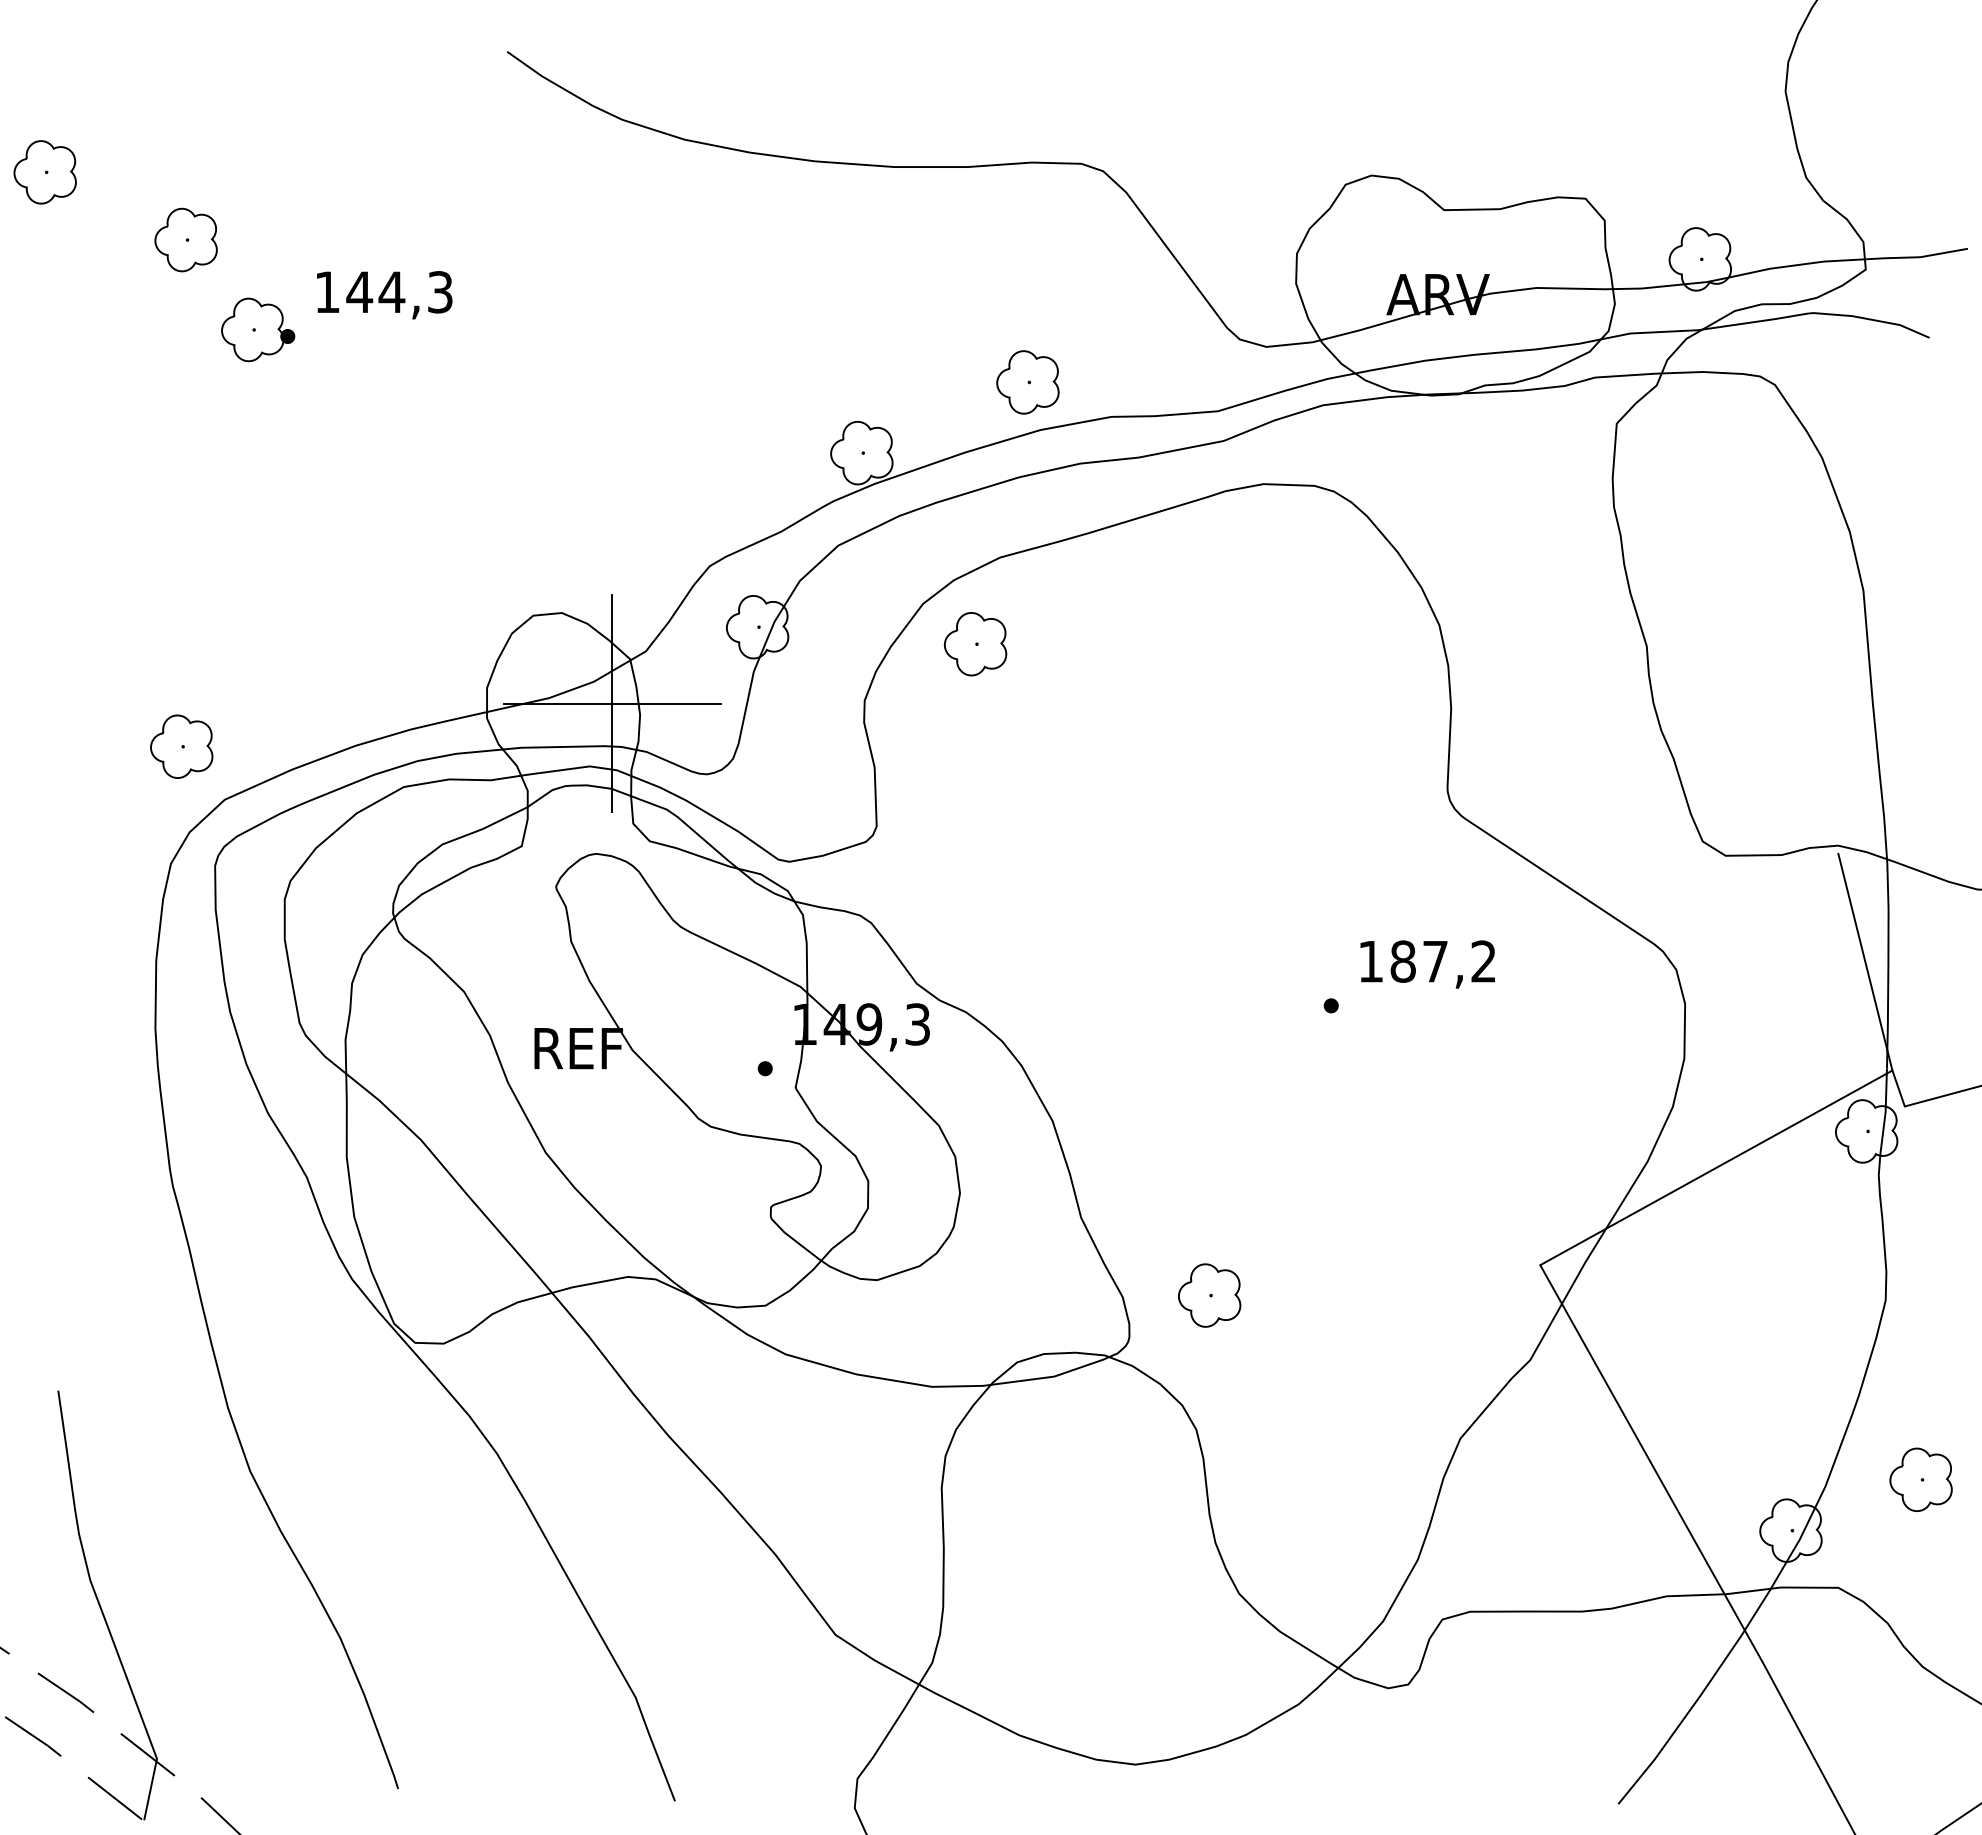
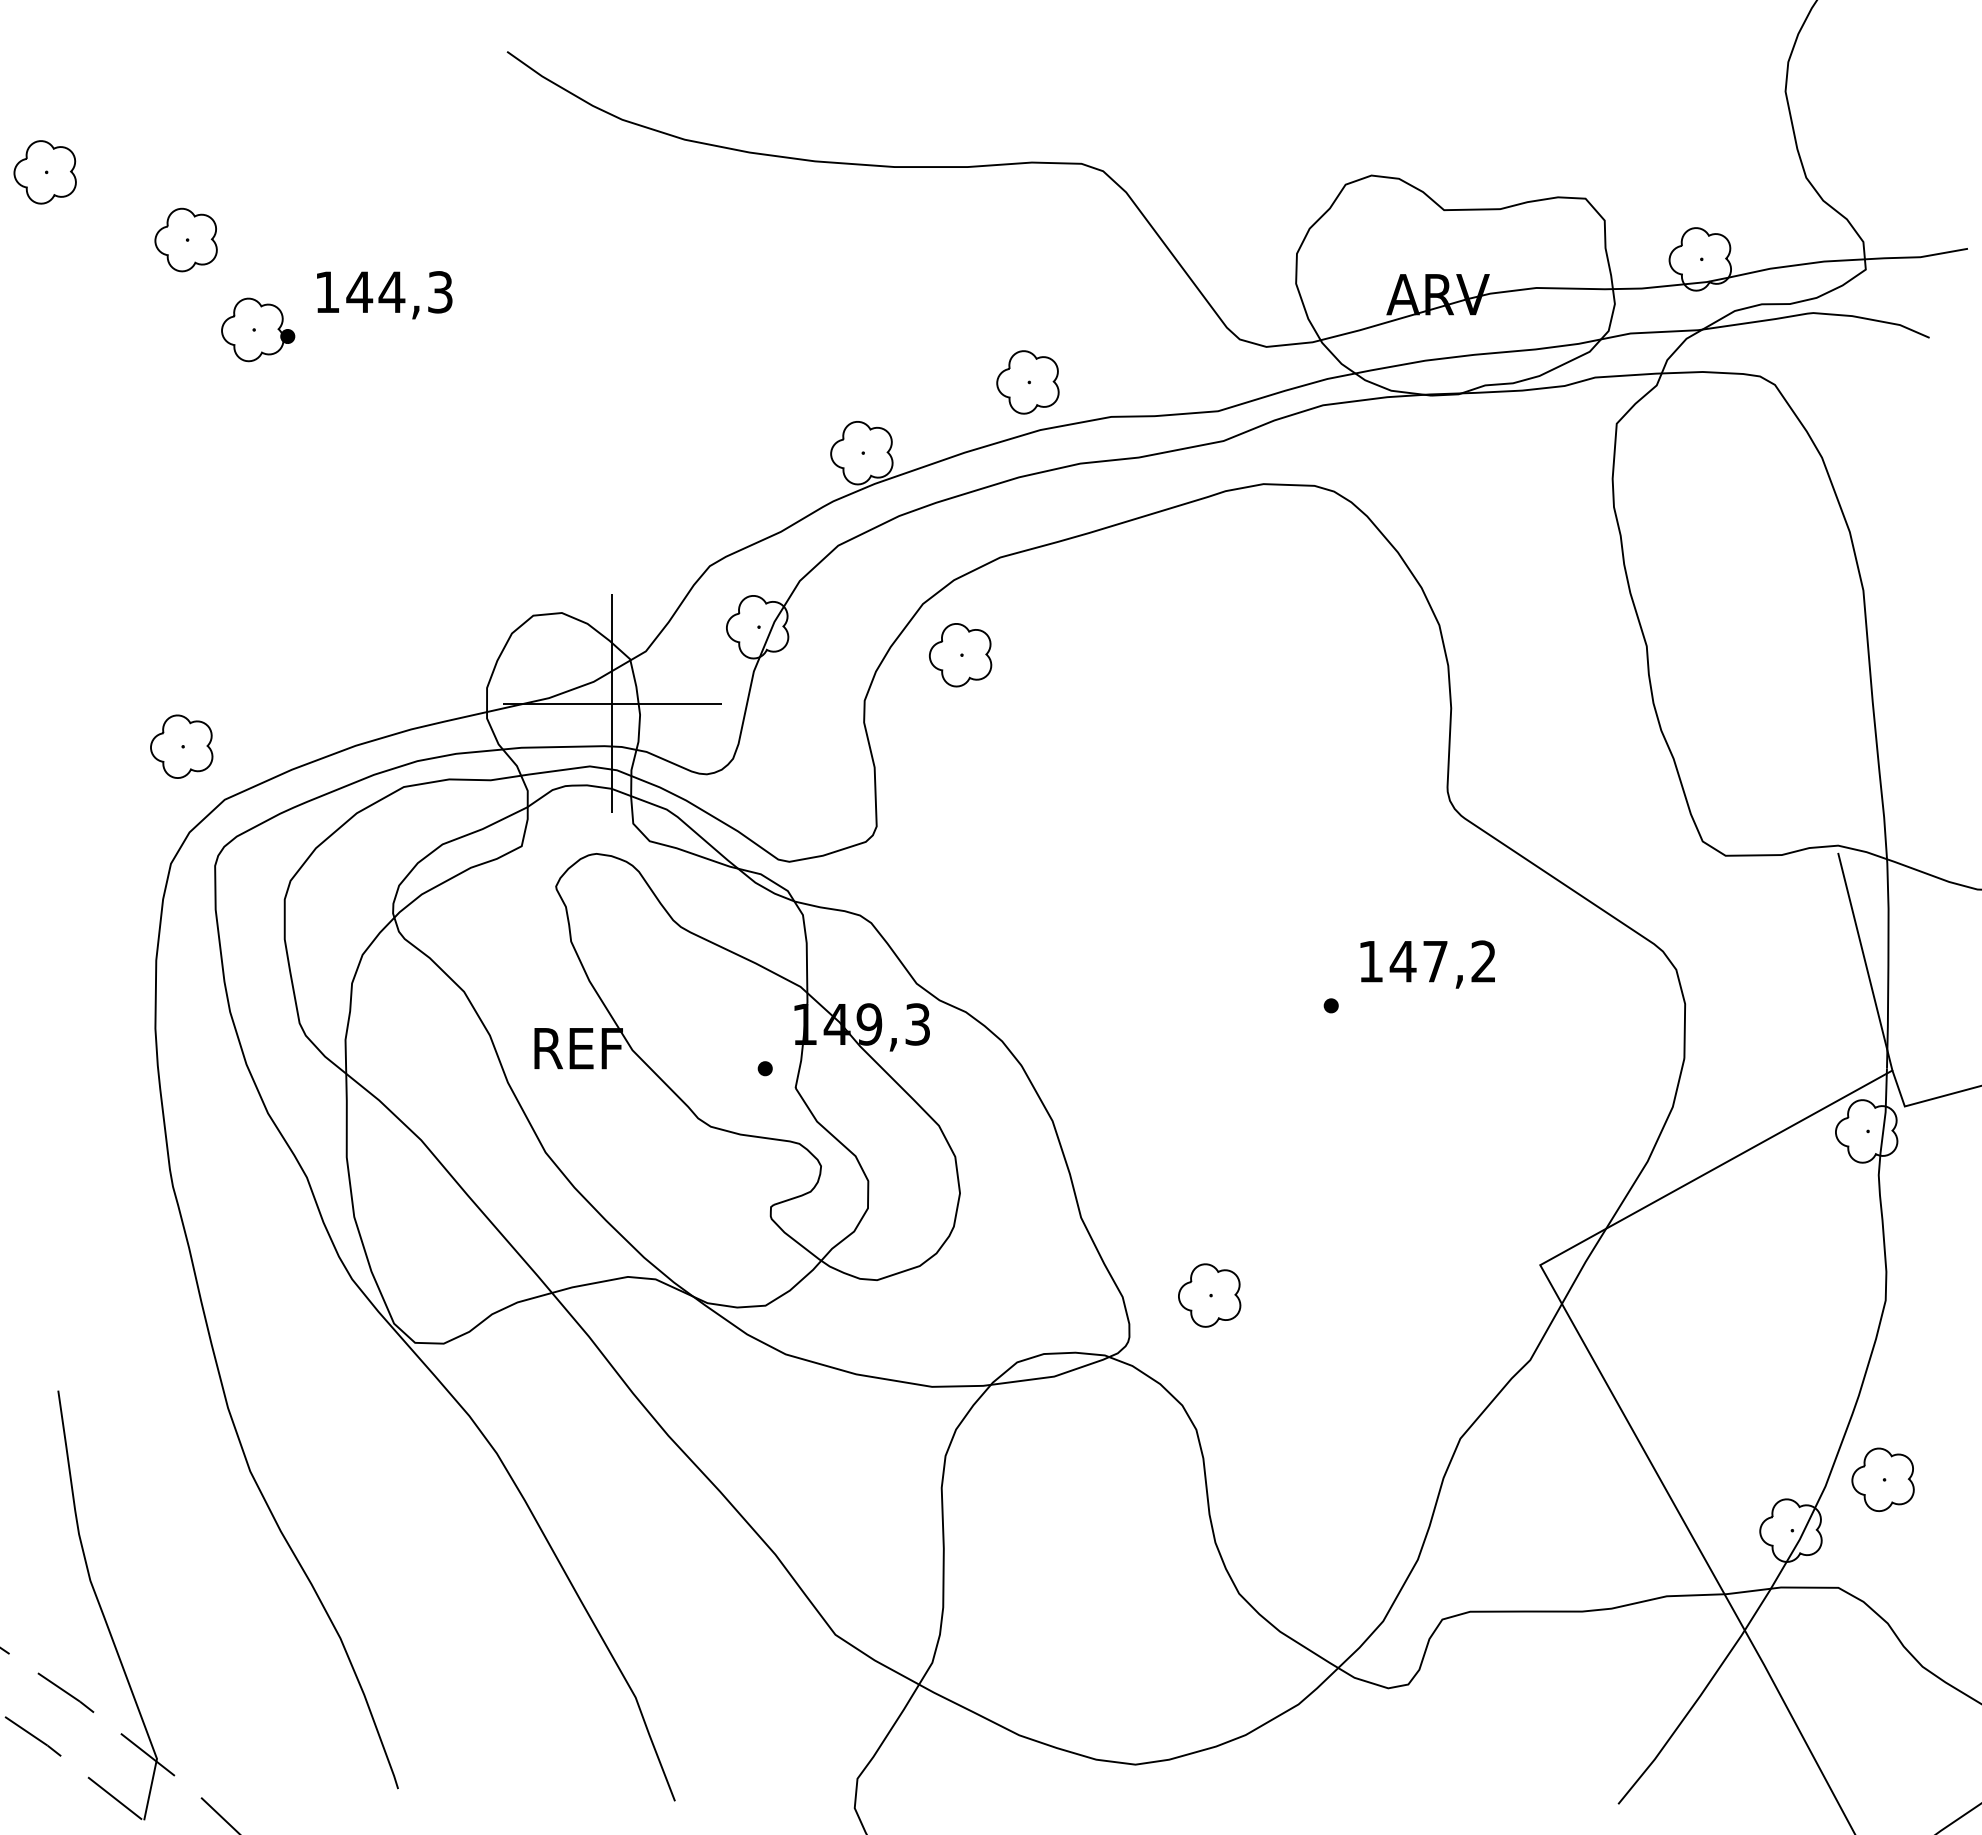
part at (975, 644) position: (975, 644) -> (960, 655)
text at (1402, 961): 187,2 -> 147,2
part at (1920, 1479) position: (1920, 1479) -> (1882, 1479)
